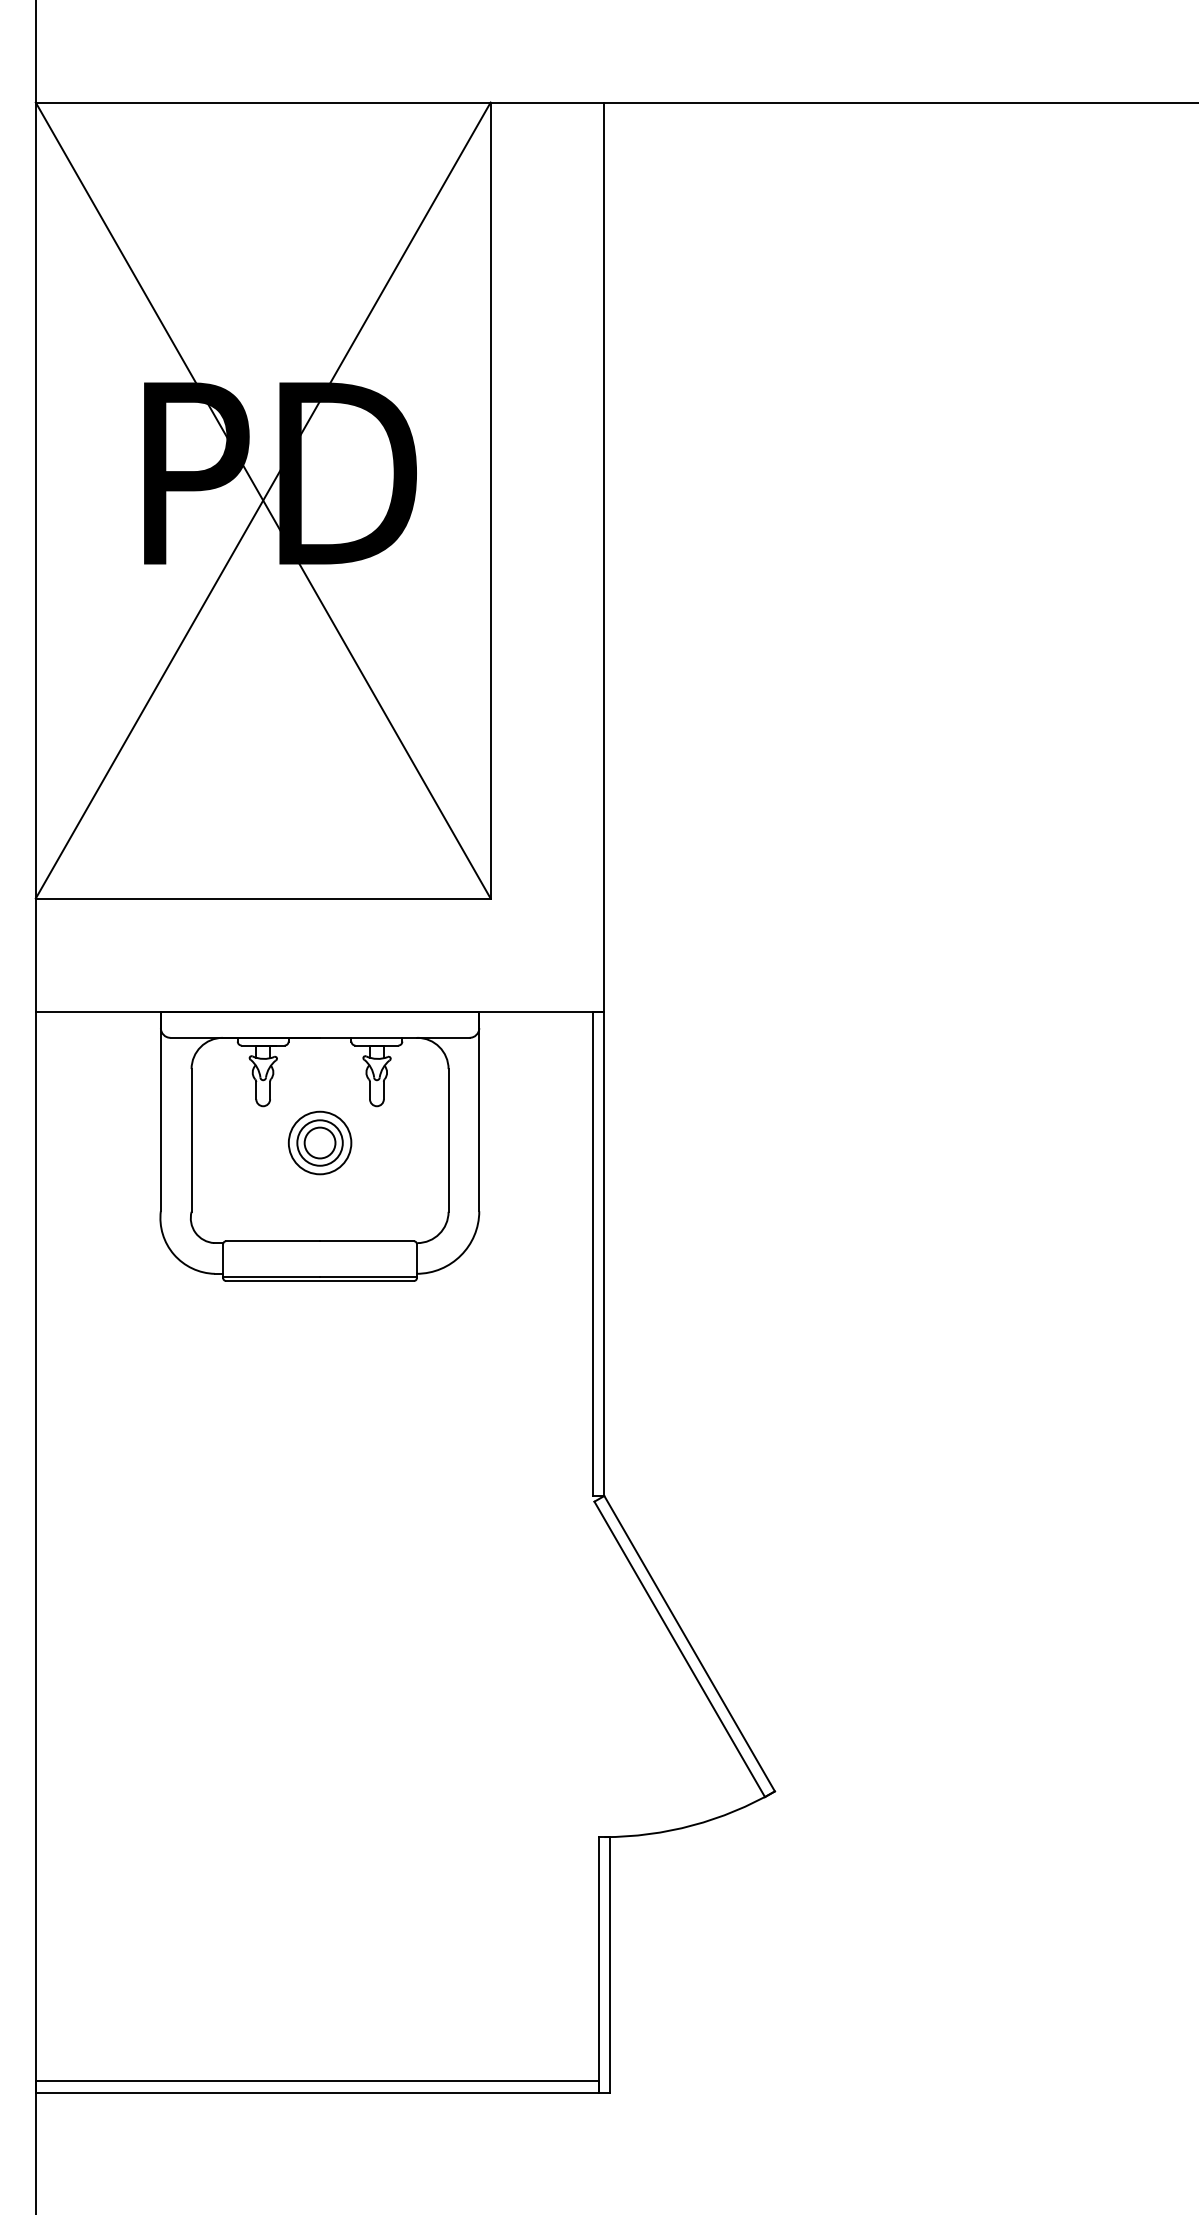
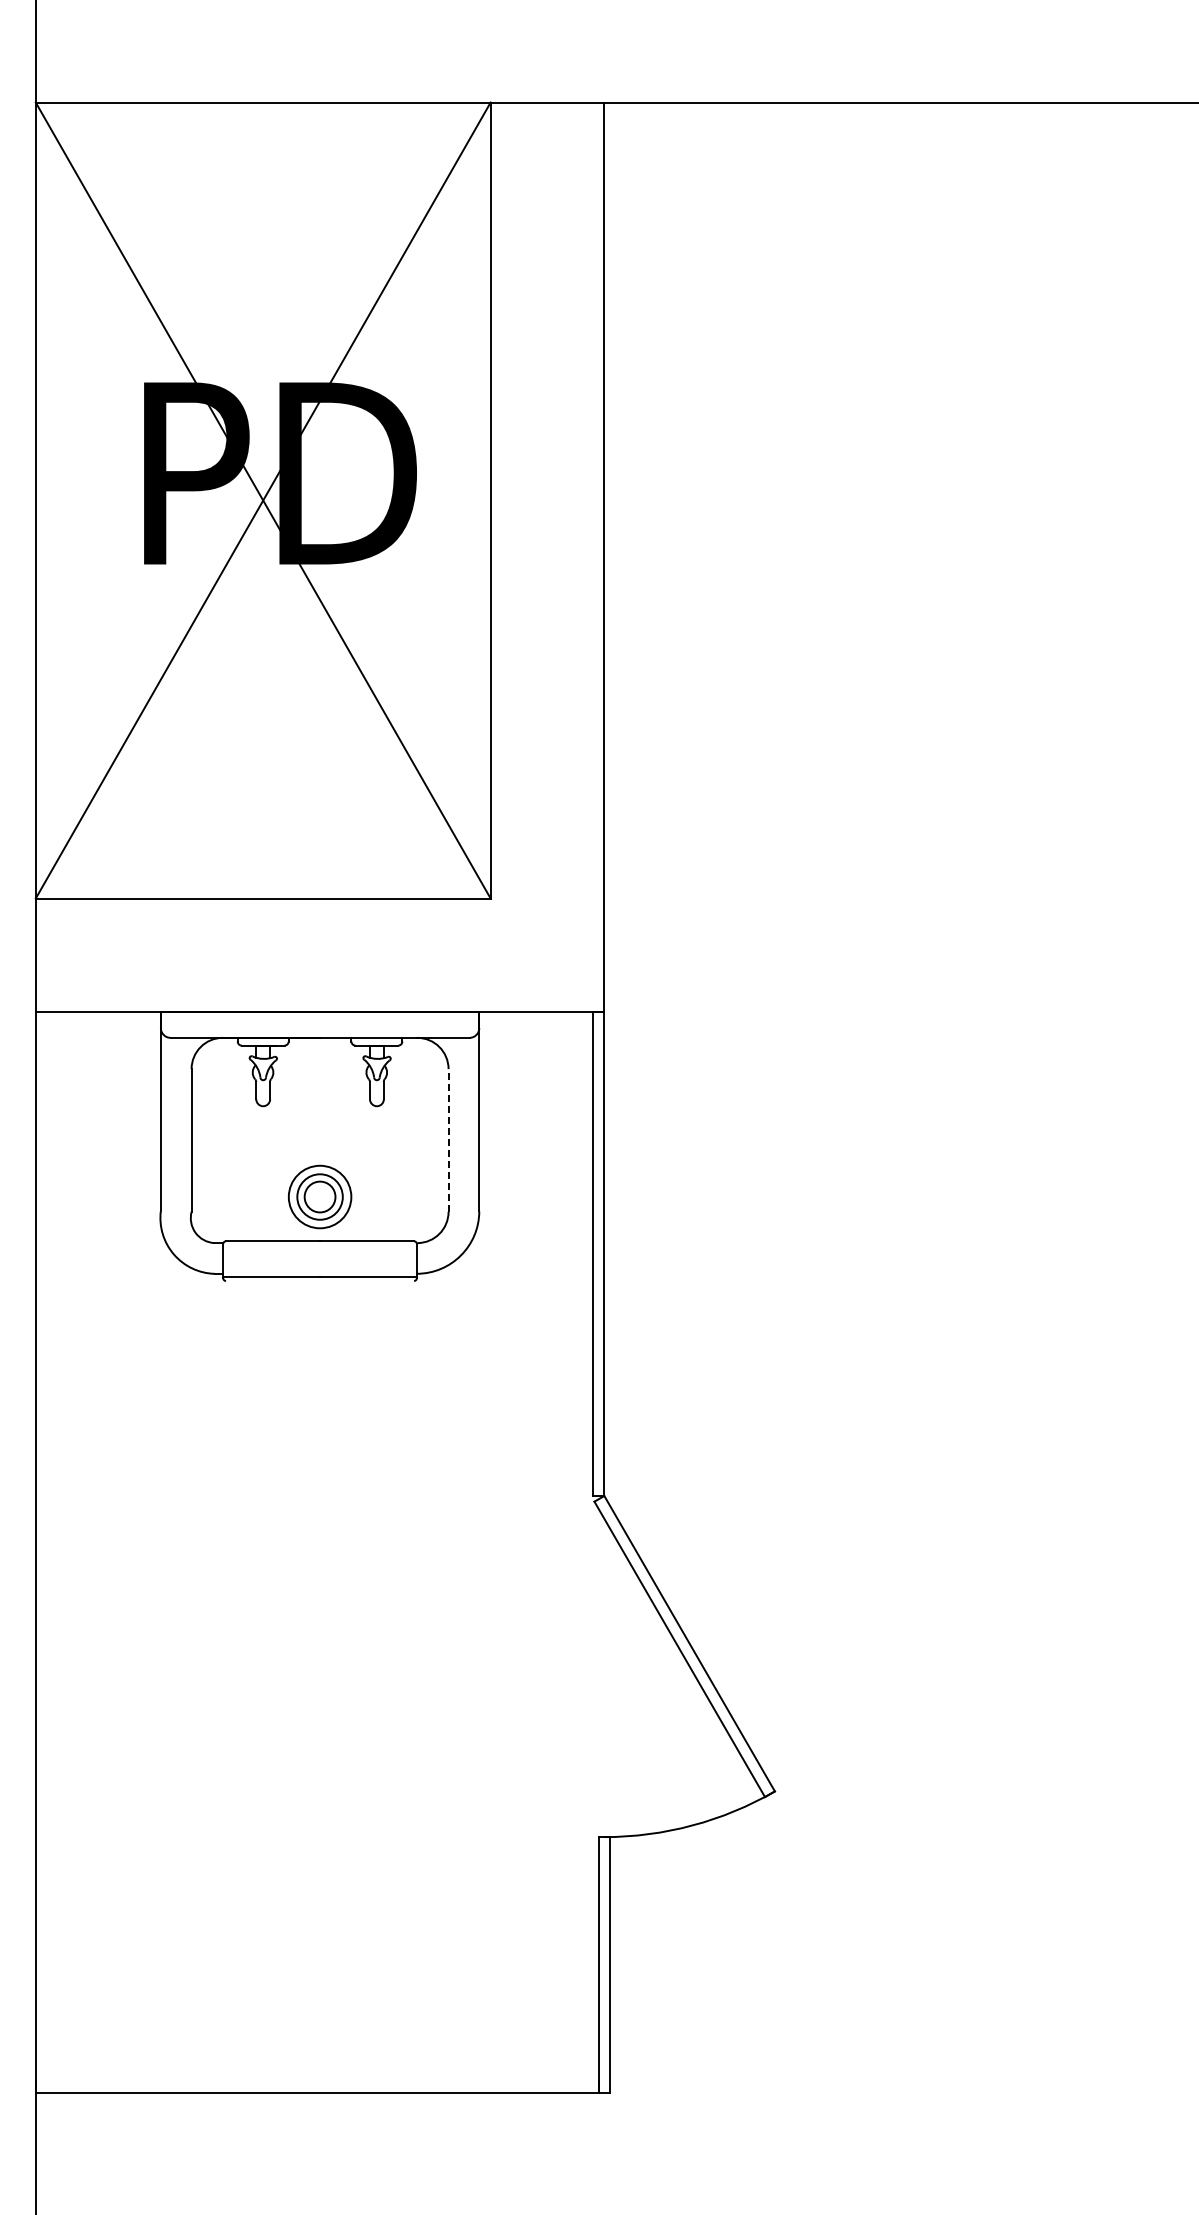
line at (448, 1139): solid -> dashed
part at (319, 1142) position: (319, 1142) -> (319, 1196)
line at (320, 1280): present -> none
line at (316, 2081): present -> none
